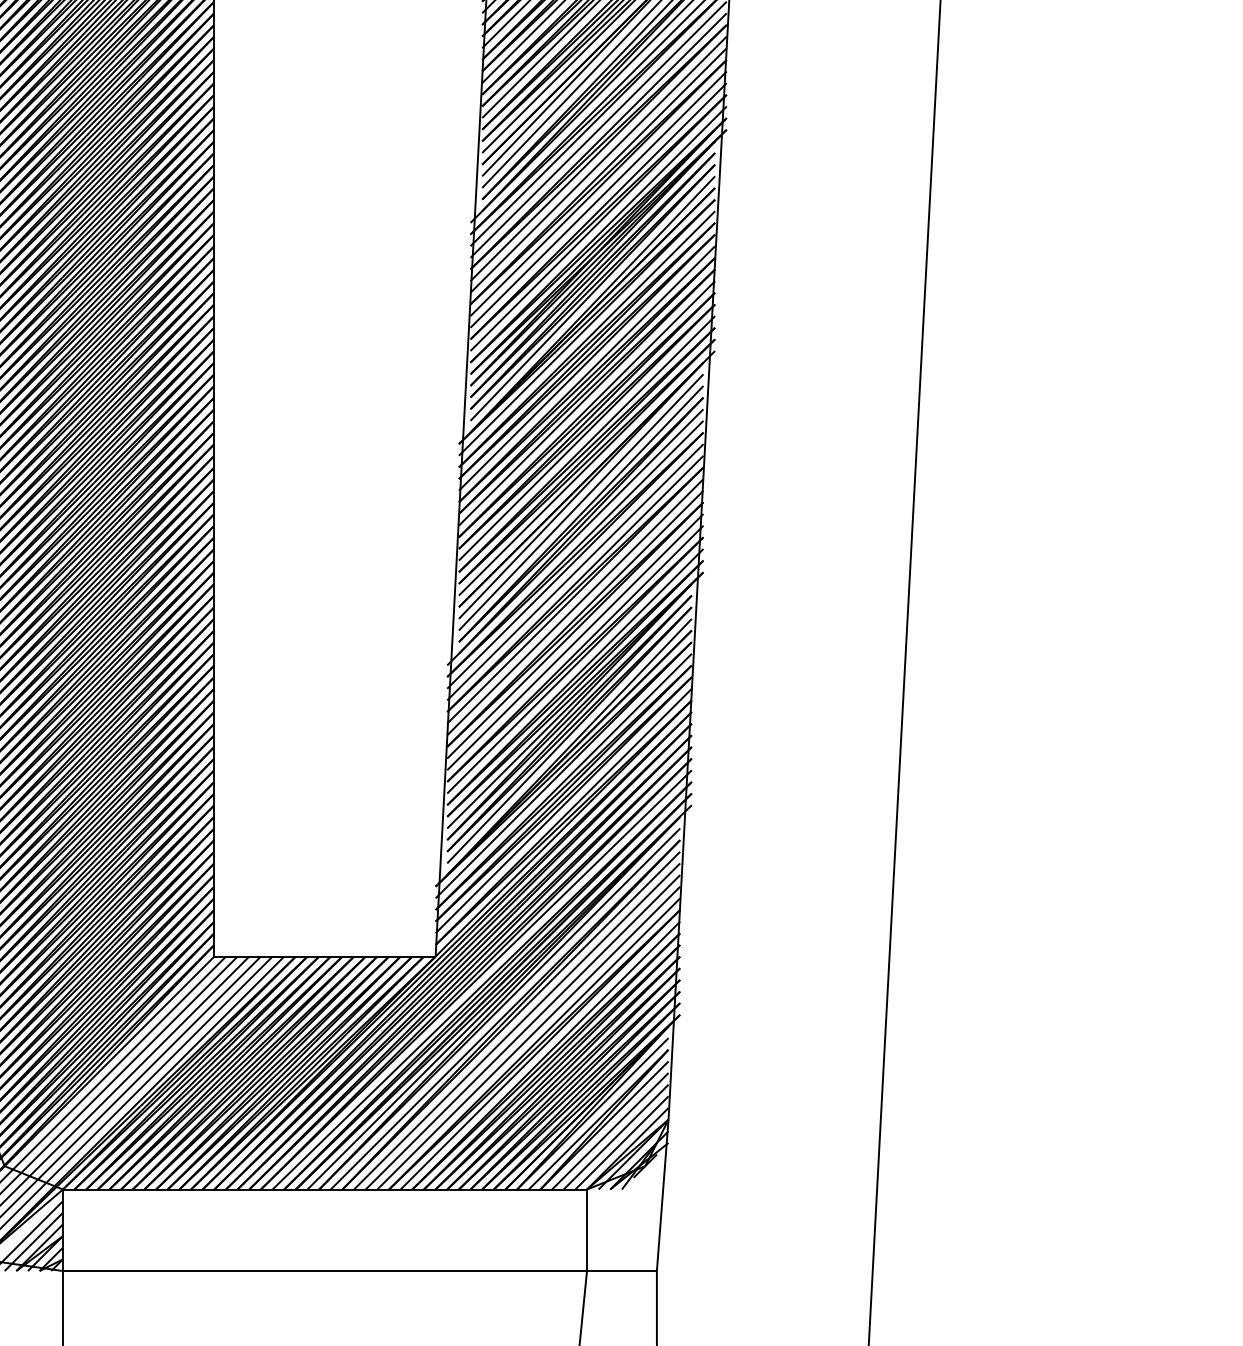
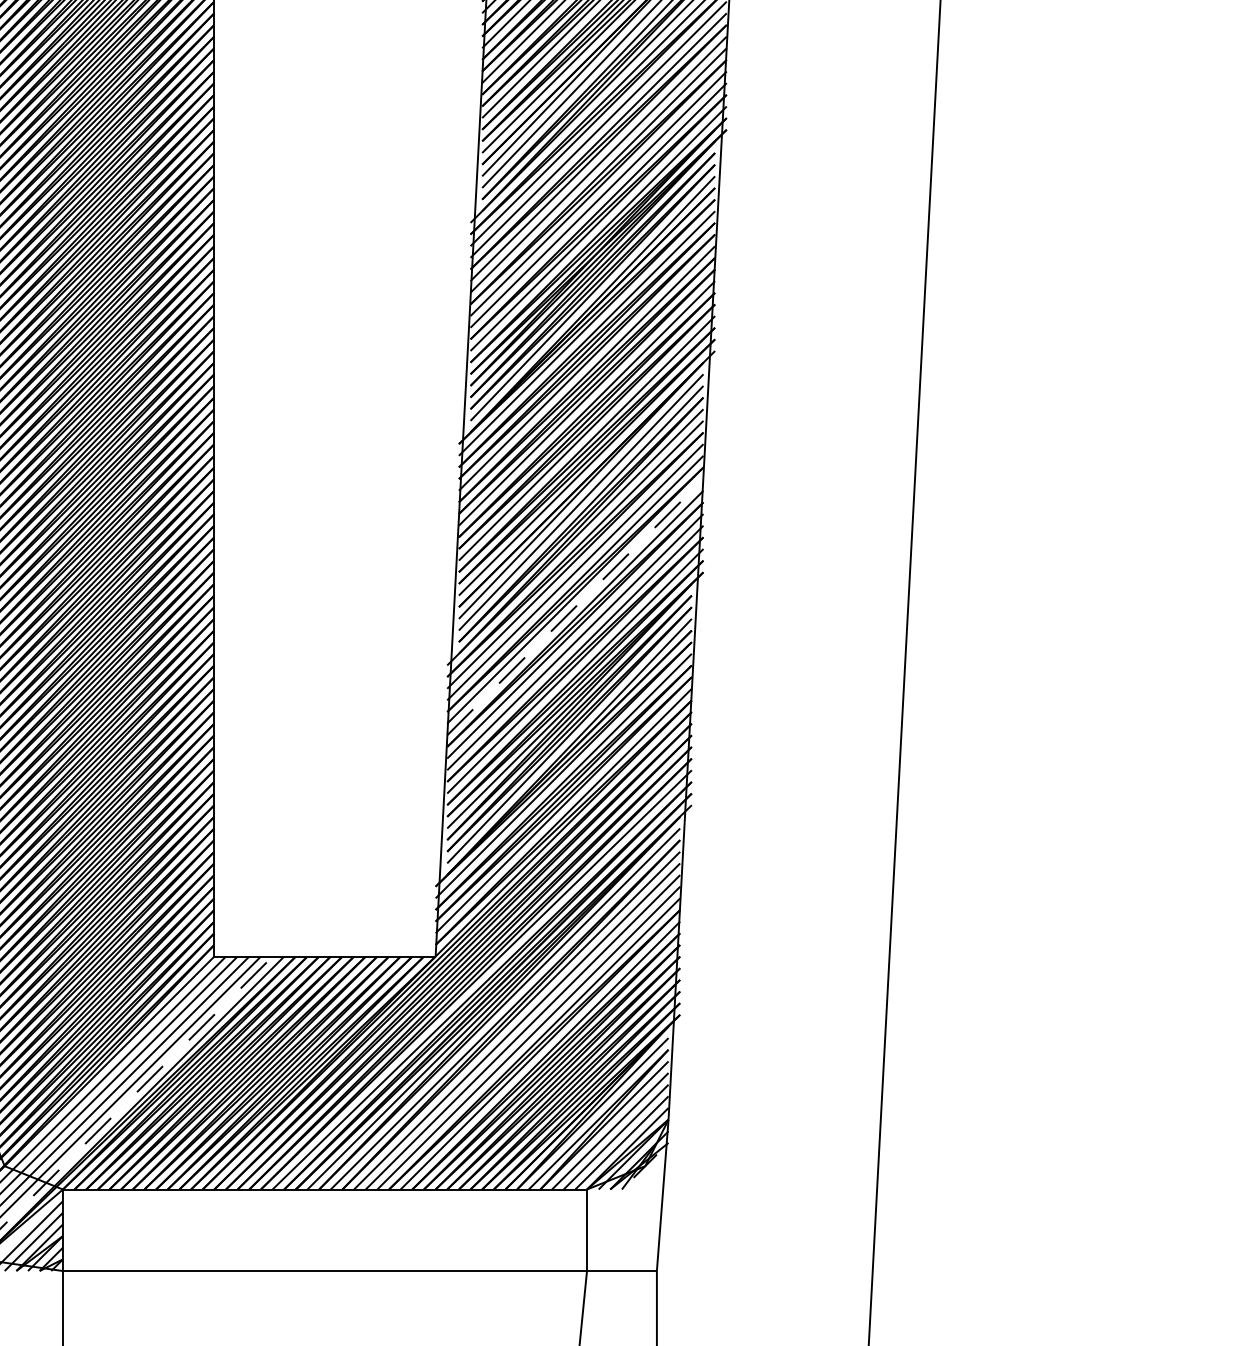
line at (575, 606): solid -> dashed
line at (136, 1092): solid -> dashed
